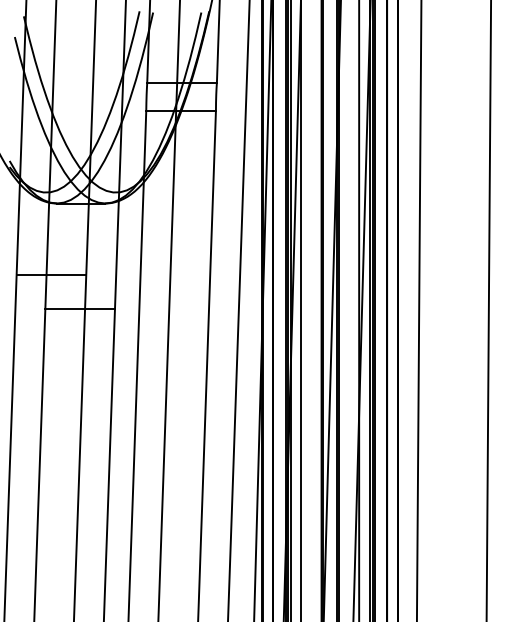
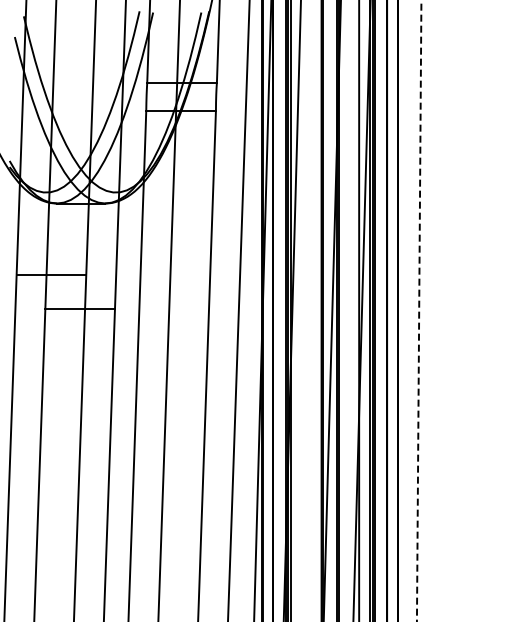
line at (301, 310): present -> none
line at (488, 310): present -> none
line at (419, 311): solid -> dashed
